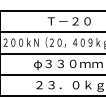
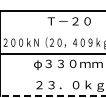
line at (52, 32): present -> none
line at (52, 74): present -> none
line at (52, 96): solid -> dashed
